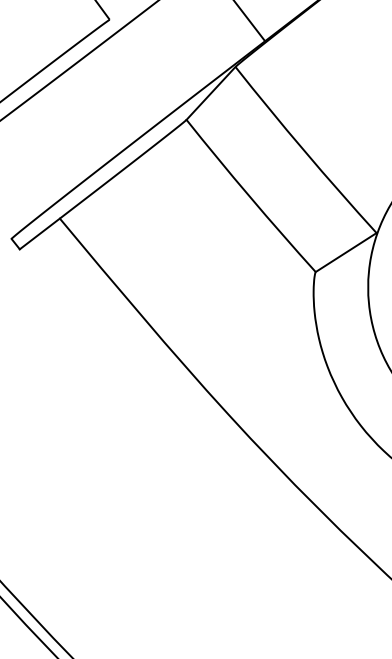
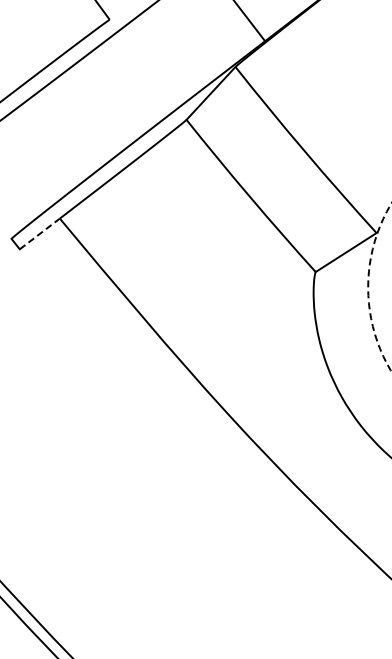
line at (40, 233): solid -> dashed
arc at (368, 287): solid -> dashed
